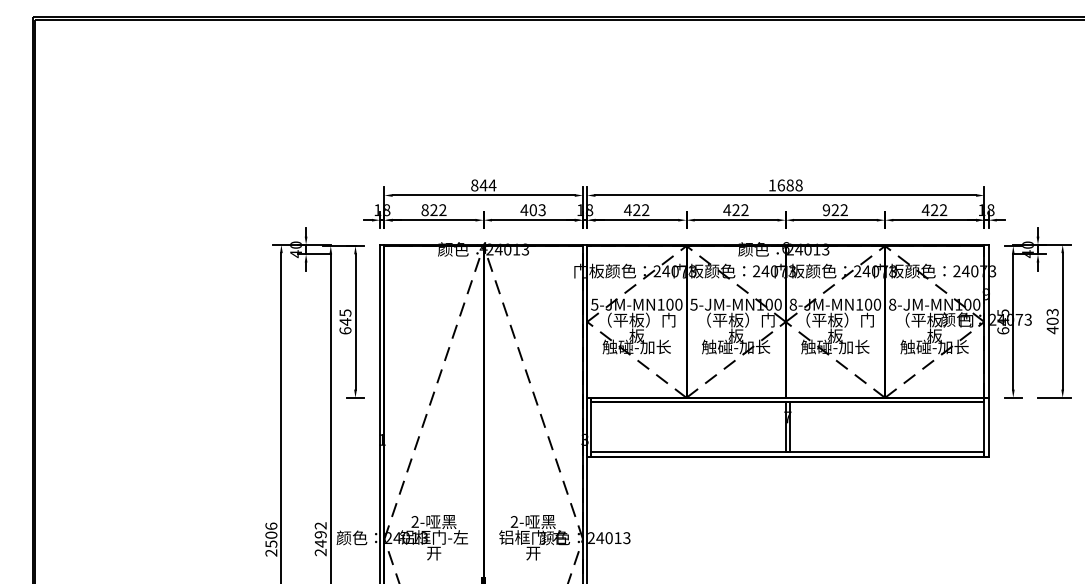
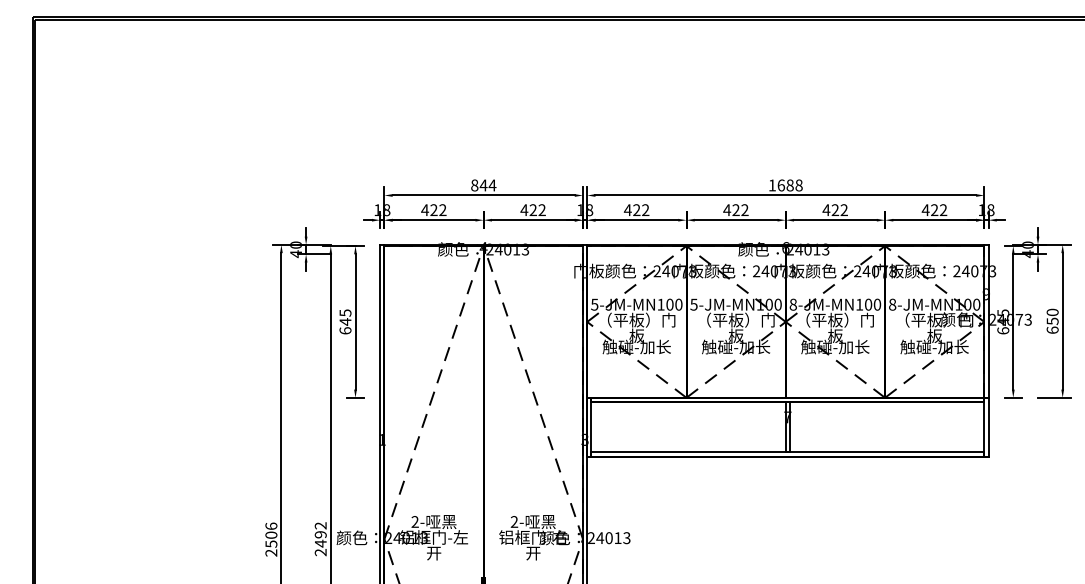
text at (425, 210): 822 -> 422
text at (537, 210): 403 -> 422
text at (826, 210): 922 -> 422
text at (1052, 321): 403 -> 650
